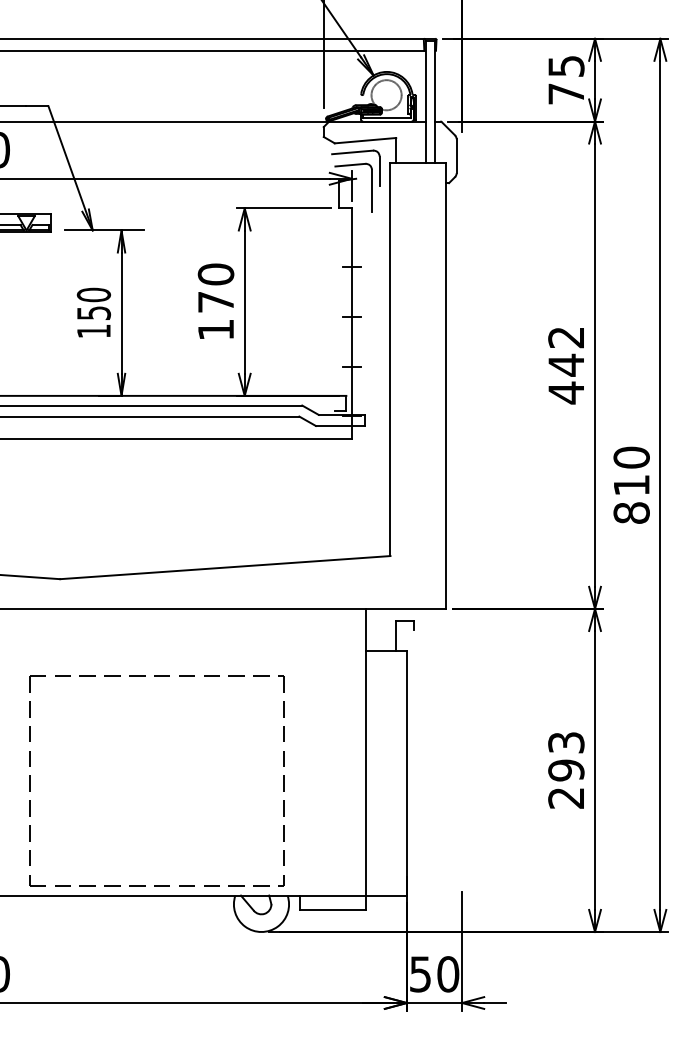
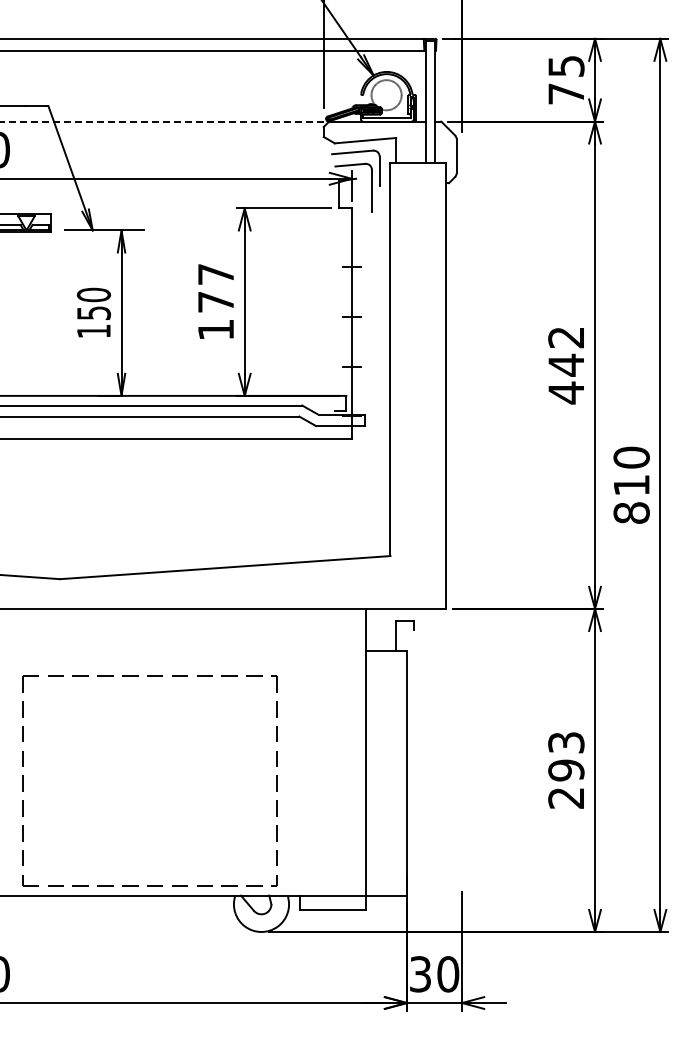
line at (165, 121): solid -> dashed
text at (215, 274): 170 -> 177
part at (156, 676) position: (156, 676) -> (149, 676)
text at (420, 973): 50 -> 30
